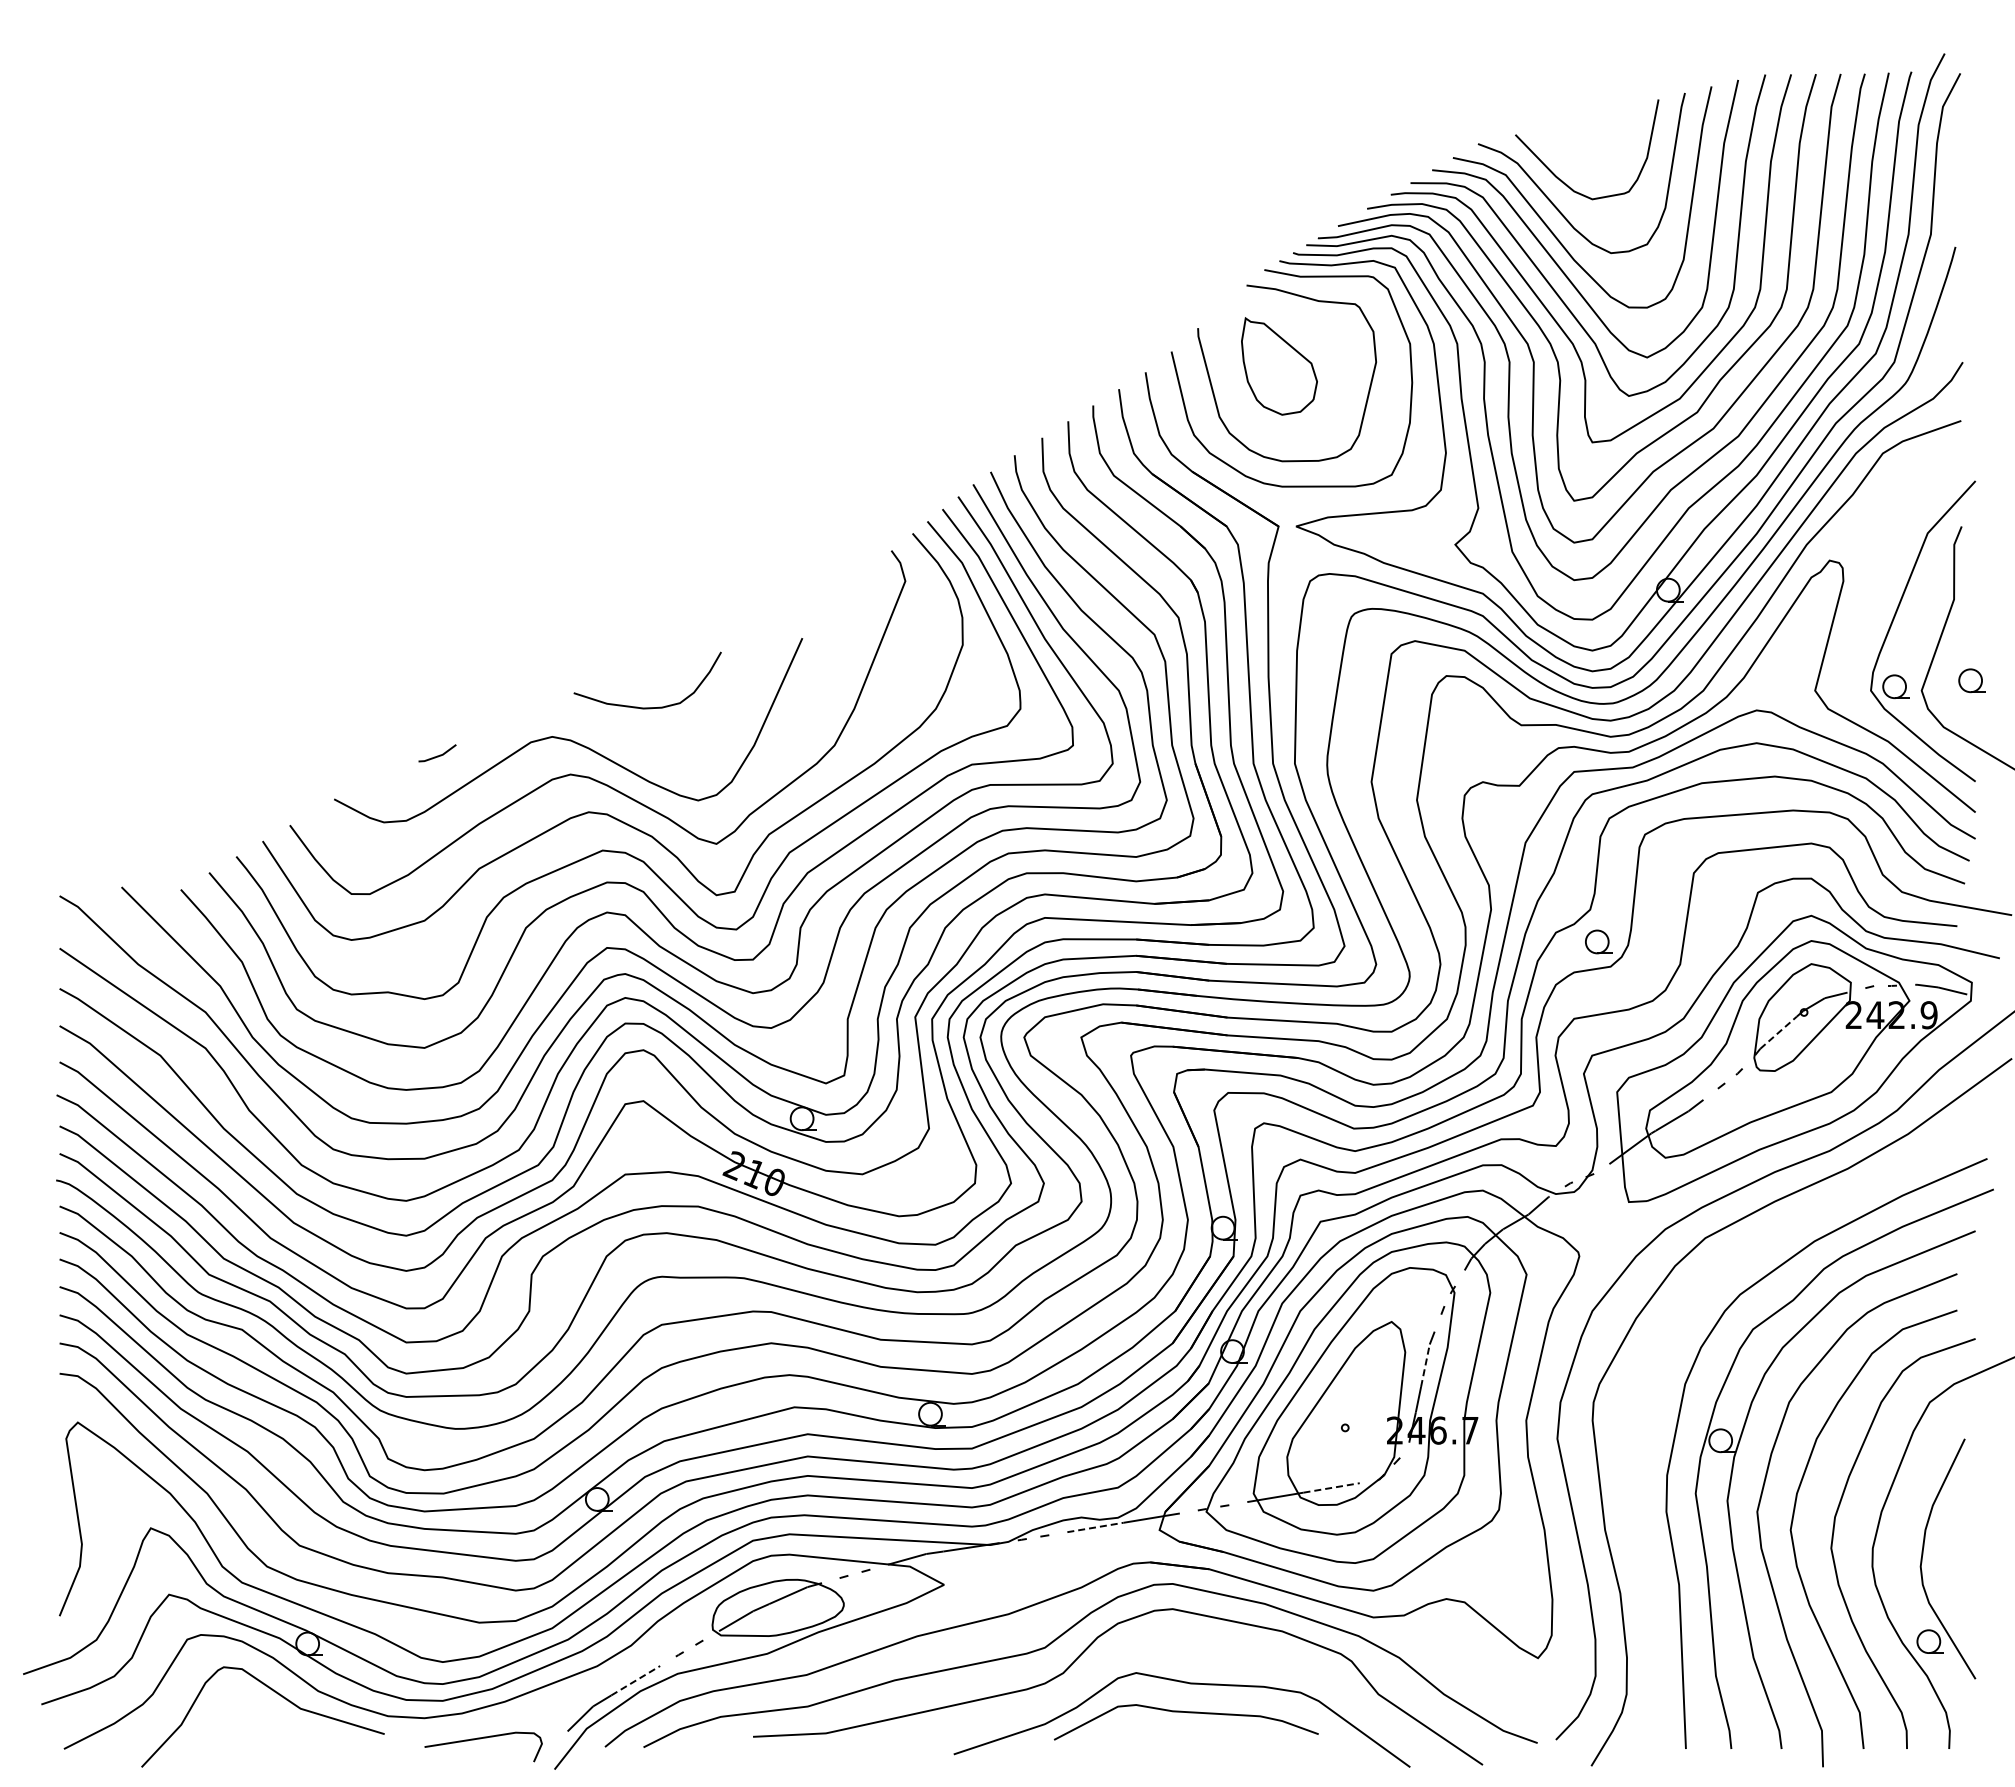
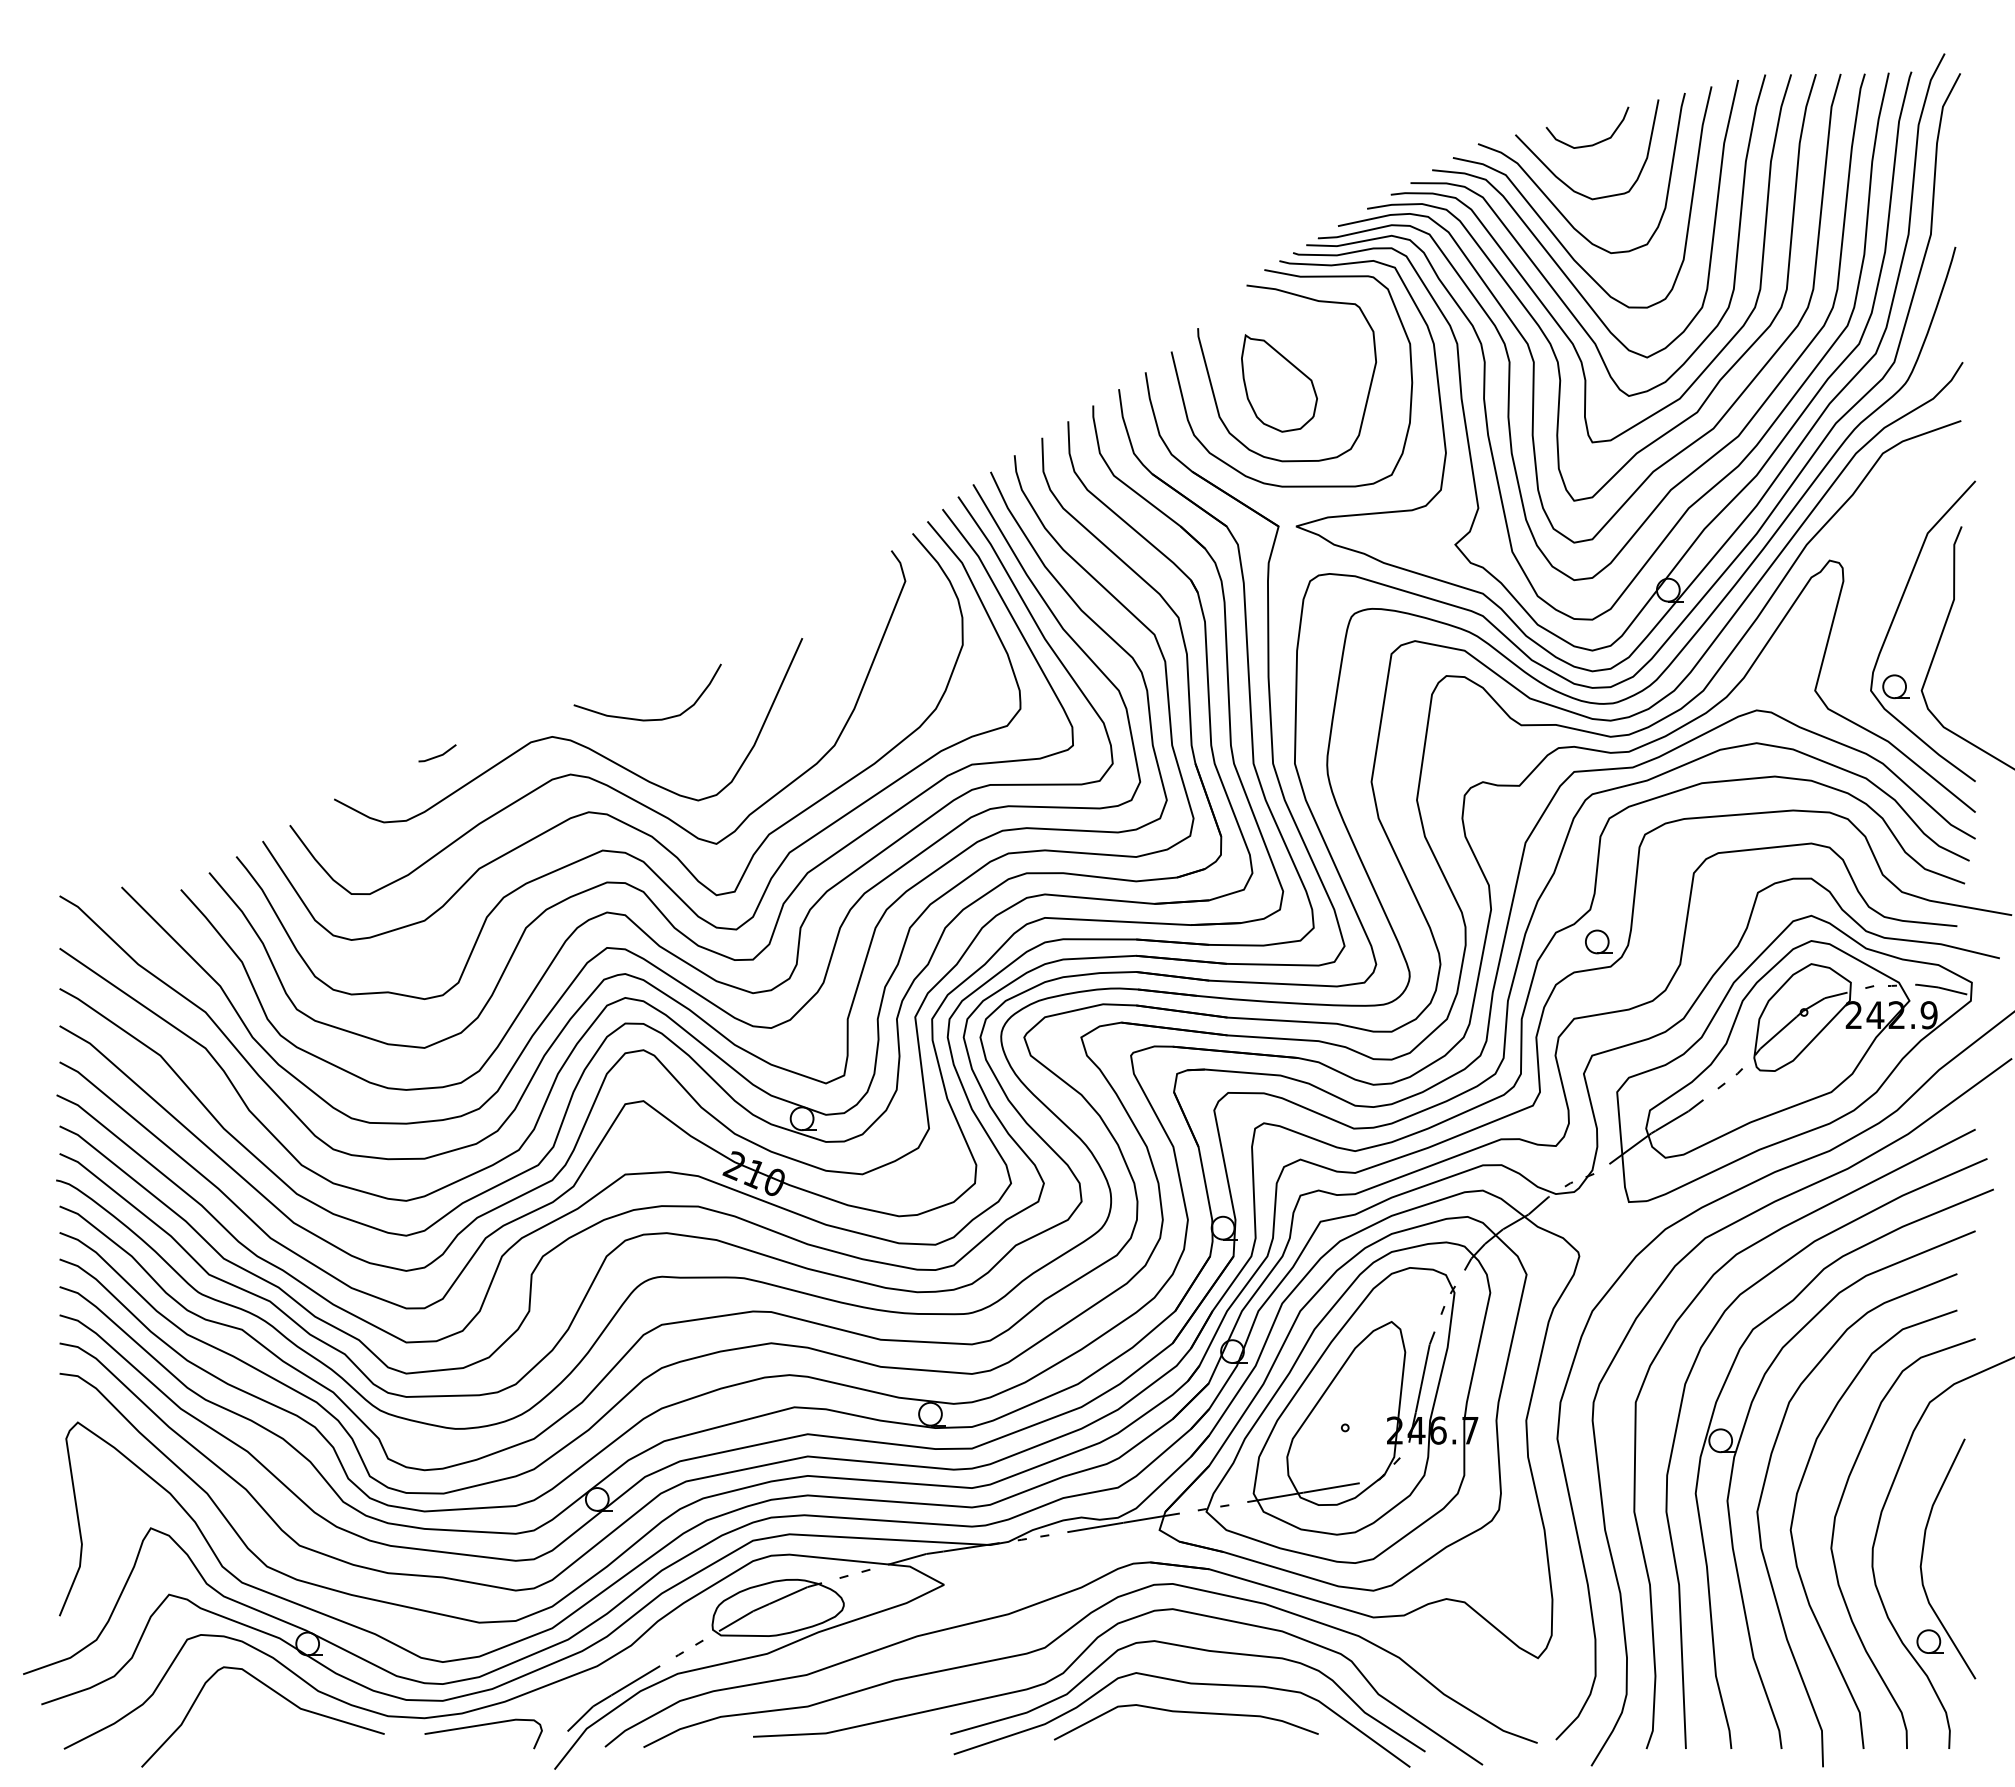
curve at (1590, 144): none -> present
part at (1279, 366) position: (1279, 366) -> (1279, 383)
part at (1971, 680): present -> none
curve at (647, 707) position: (647, 707) -> (647, 719)
line at (1778, 1032): dashed -> solid
line at (1425, 1365): dashed -> solid
curve at (1636, 1439): none -> present
line at (1331, 1487): dashed -> solid
line at (1095, 1527): dashed -> solid
curve at (1194, 1649): none -> present
line at (636, 1680): dashed -> solid
curve at (480, 1739) position: (480, 1739) -> (480, 1726)
